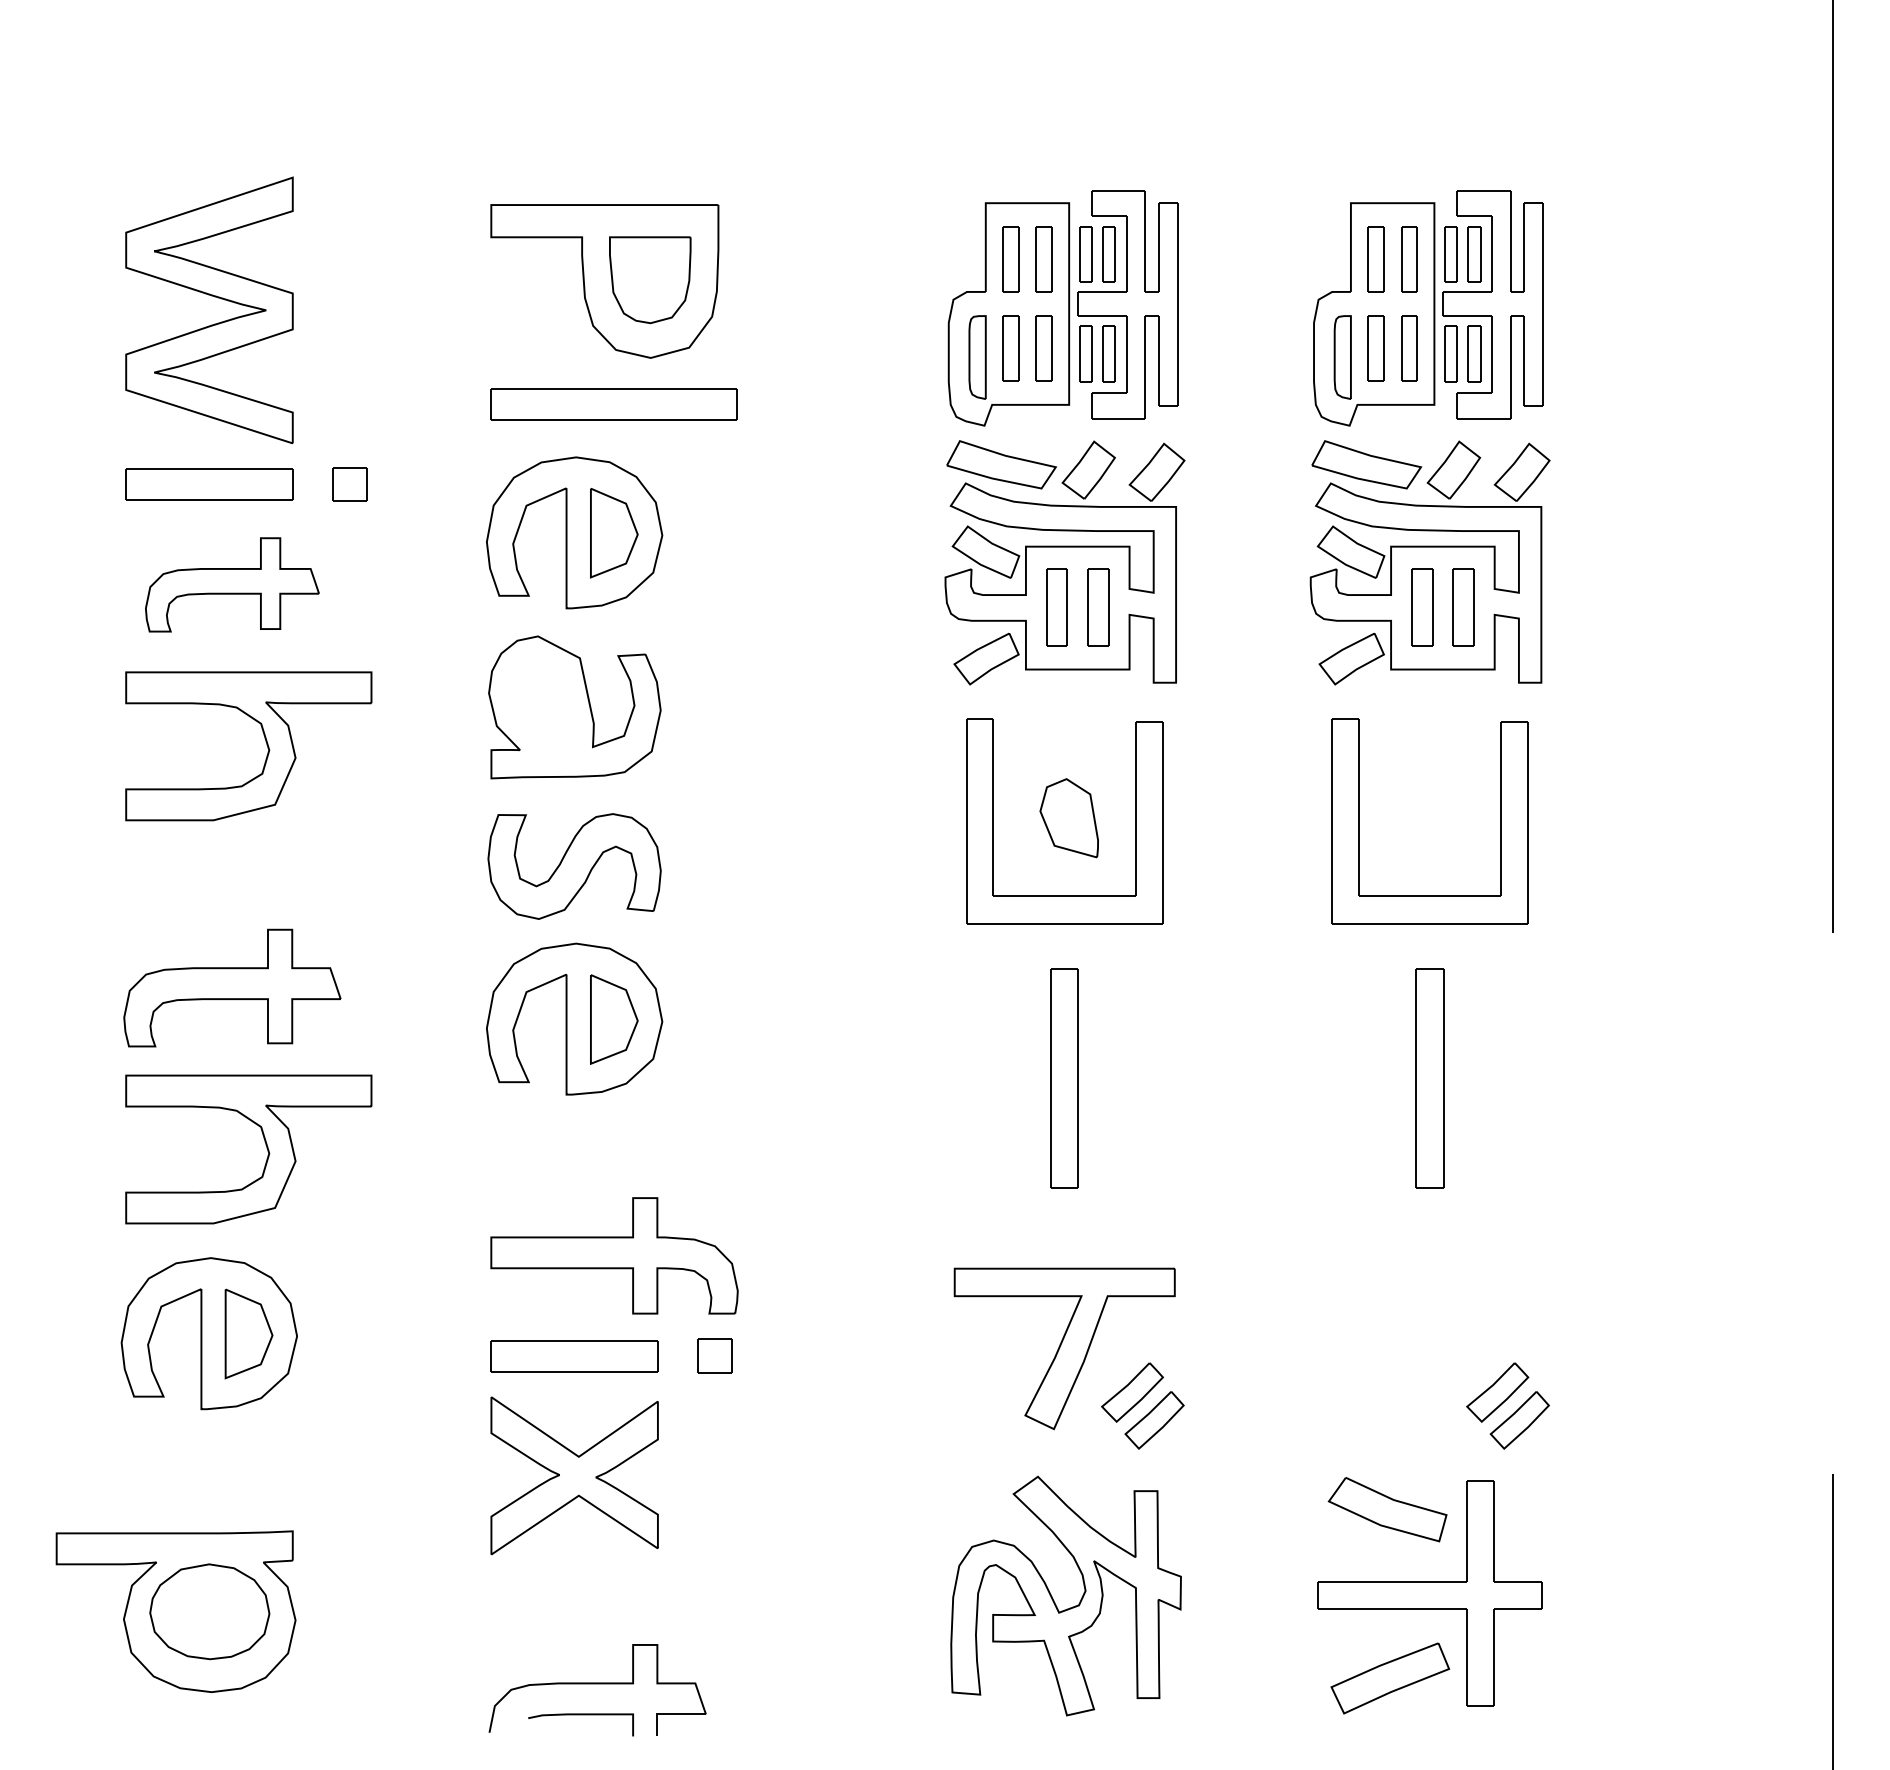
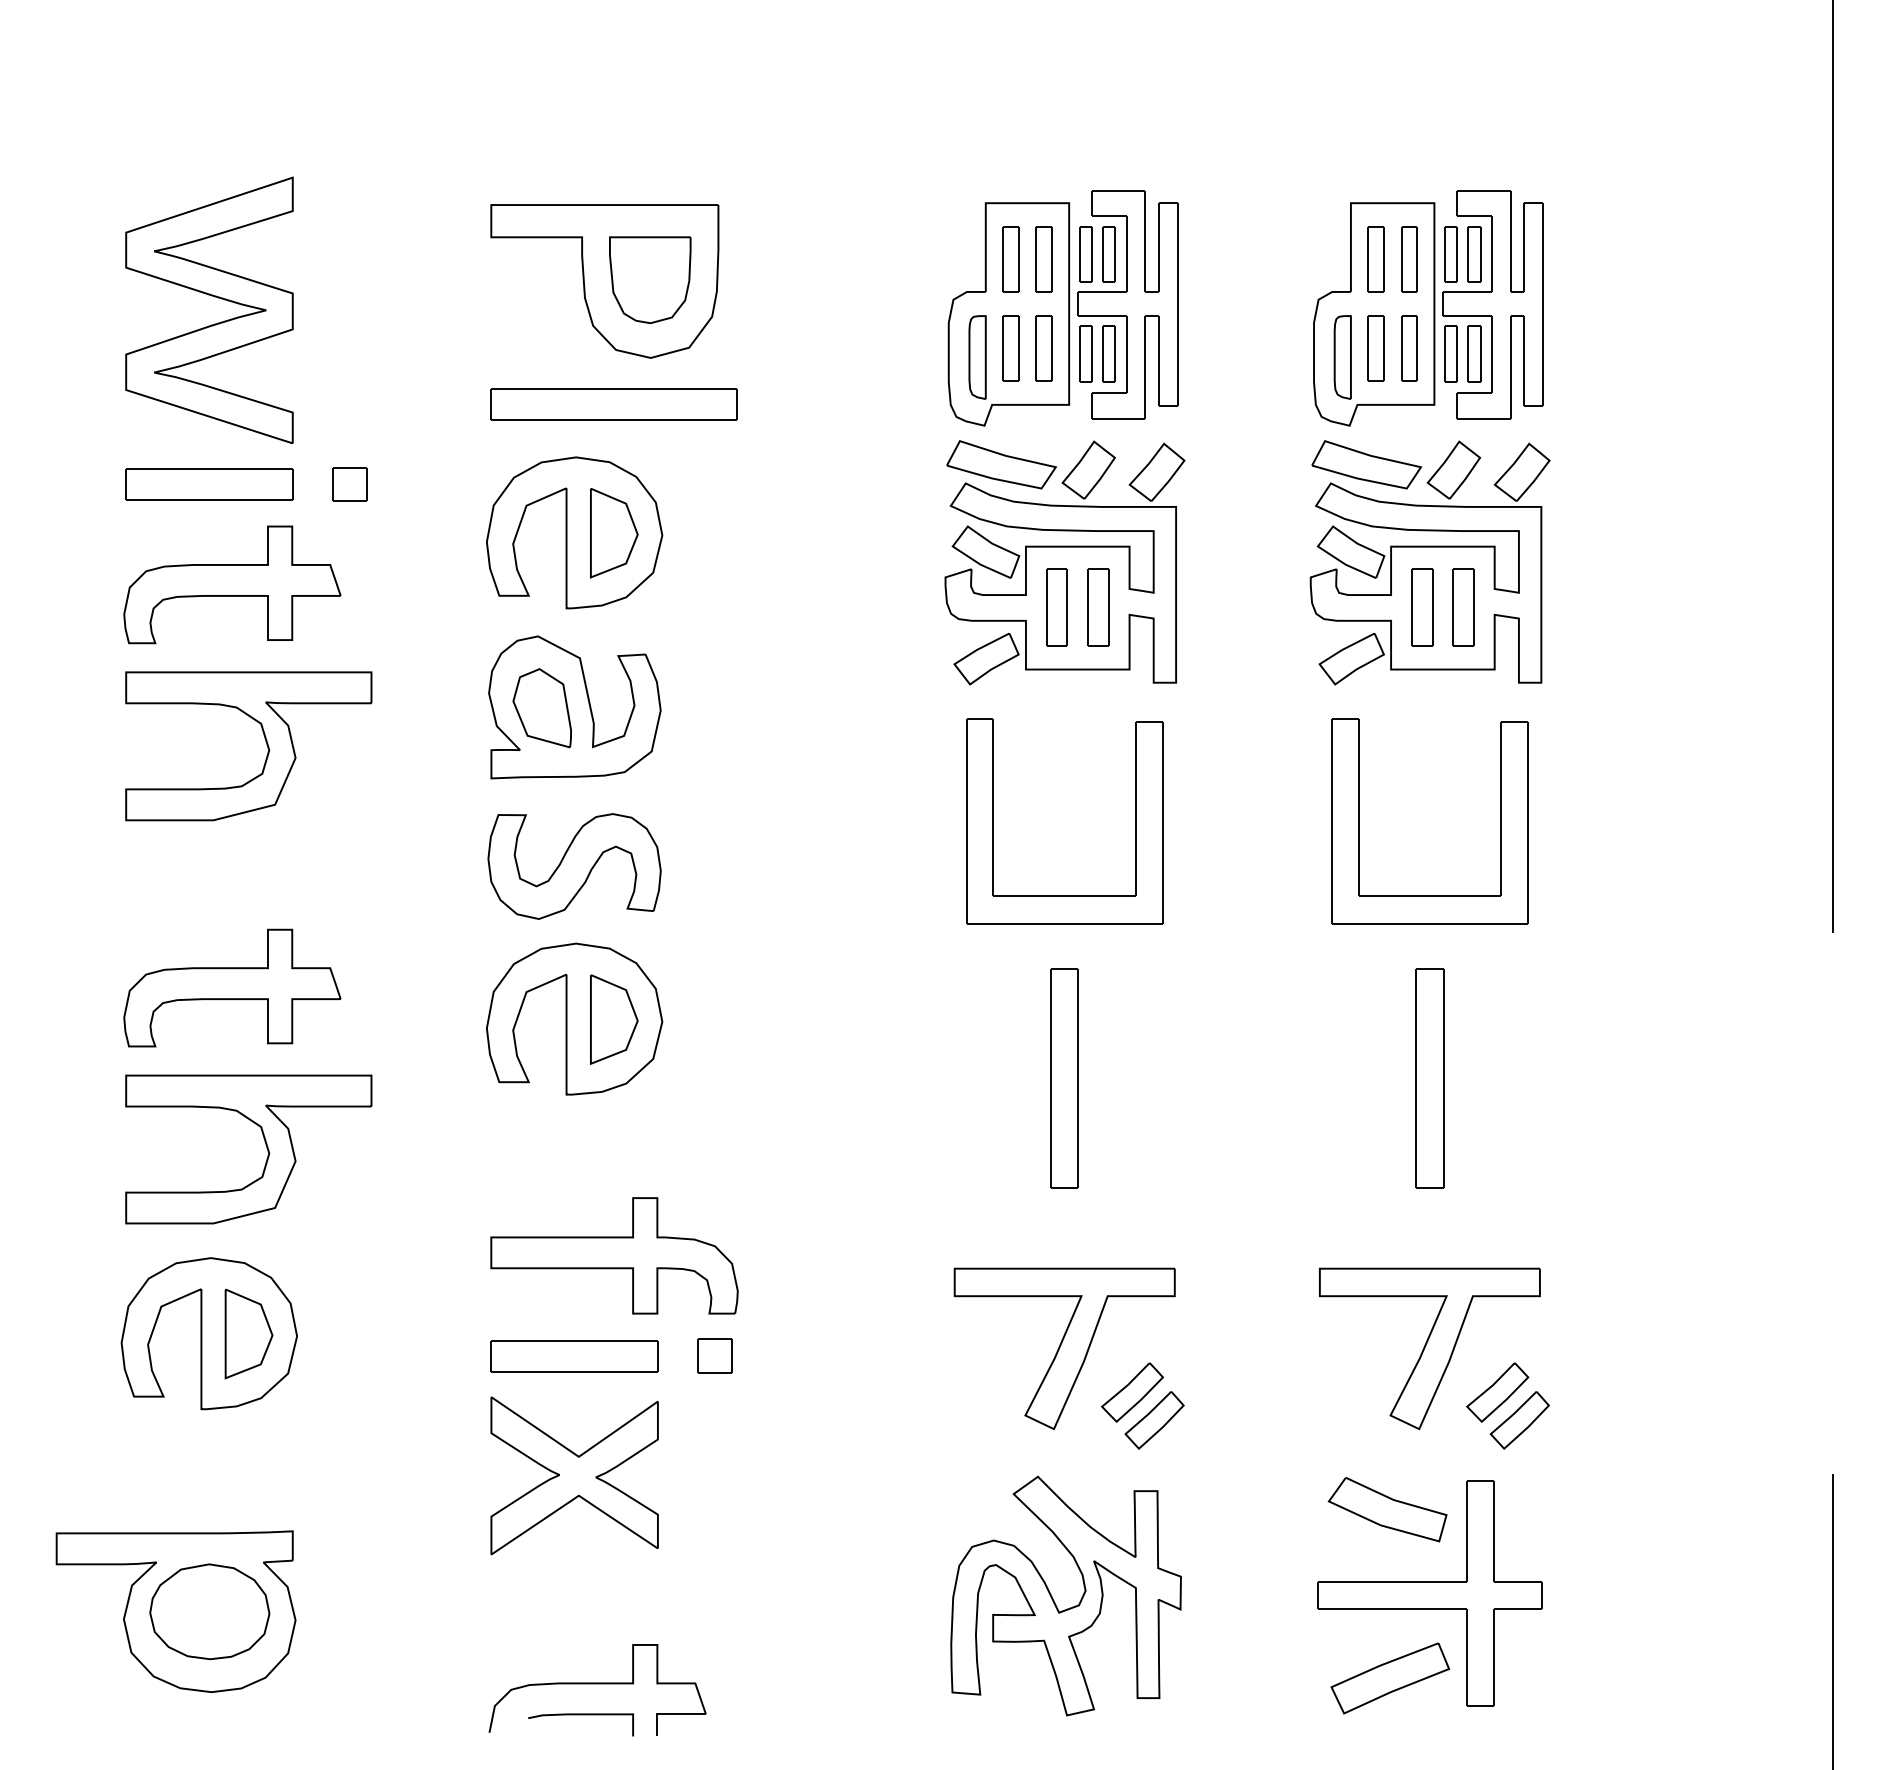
part at (232, 584) size: 175x96 px -> 219x120 px
part at (1068, 818) position: (1068, 818) -> (541, 708)
part at (1429, 1348): none -> present
